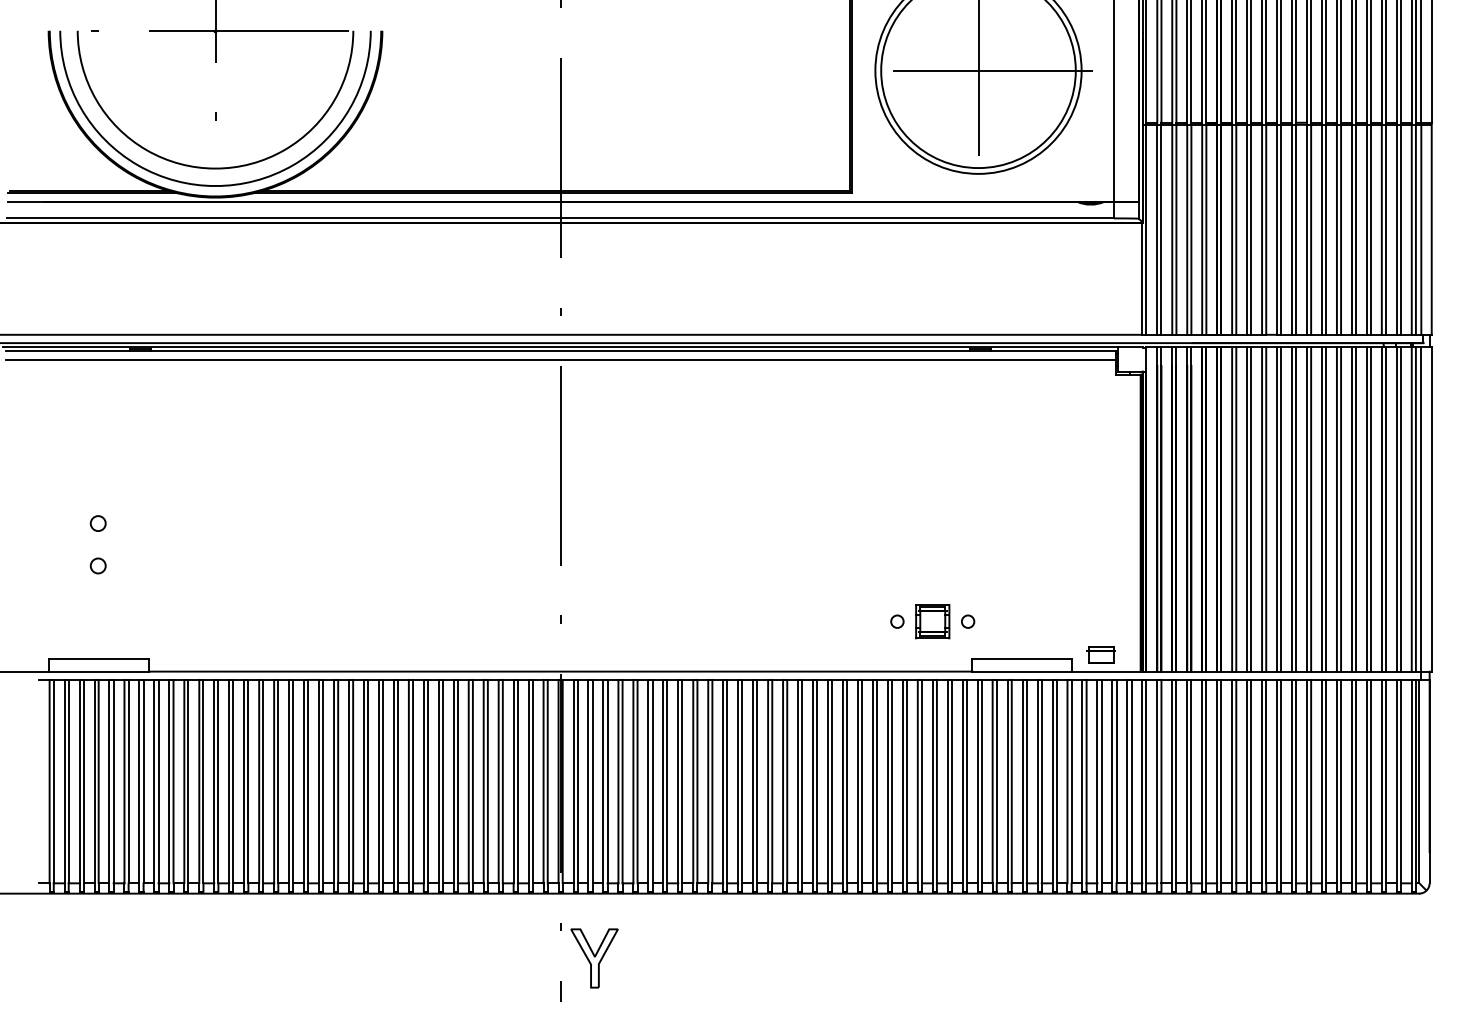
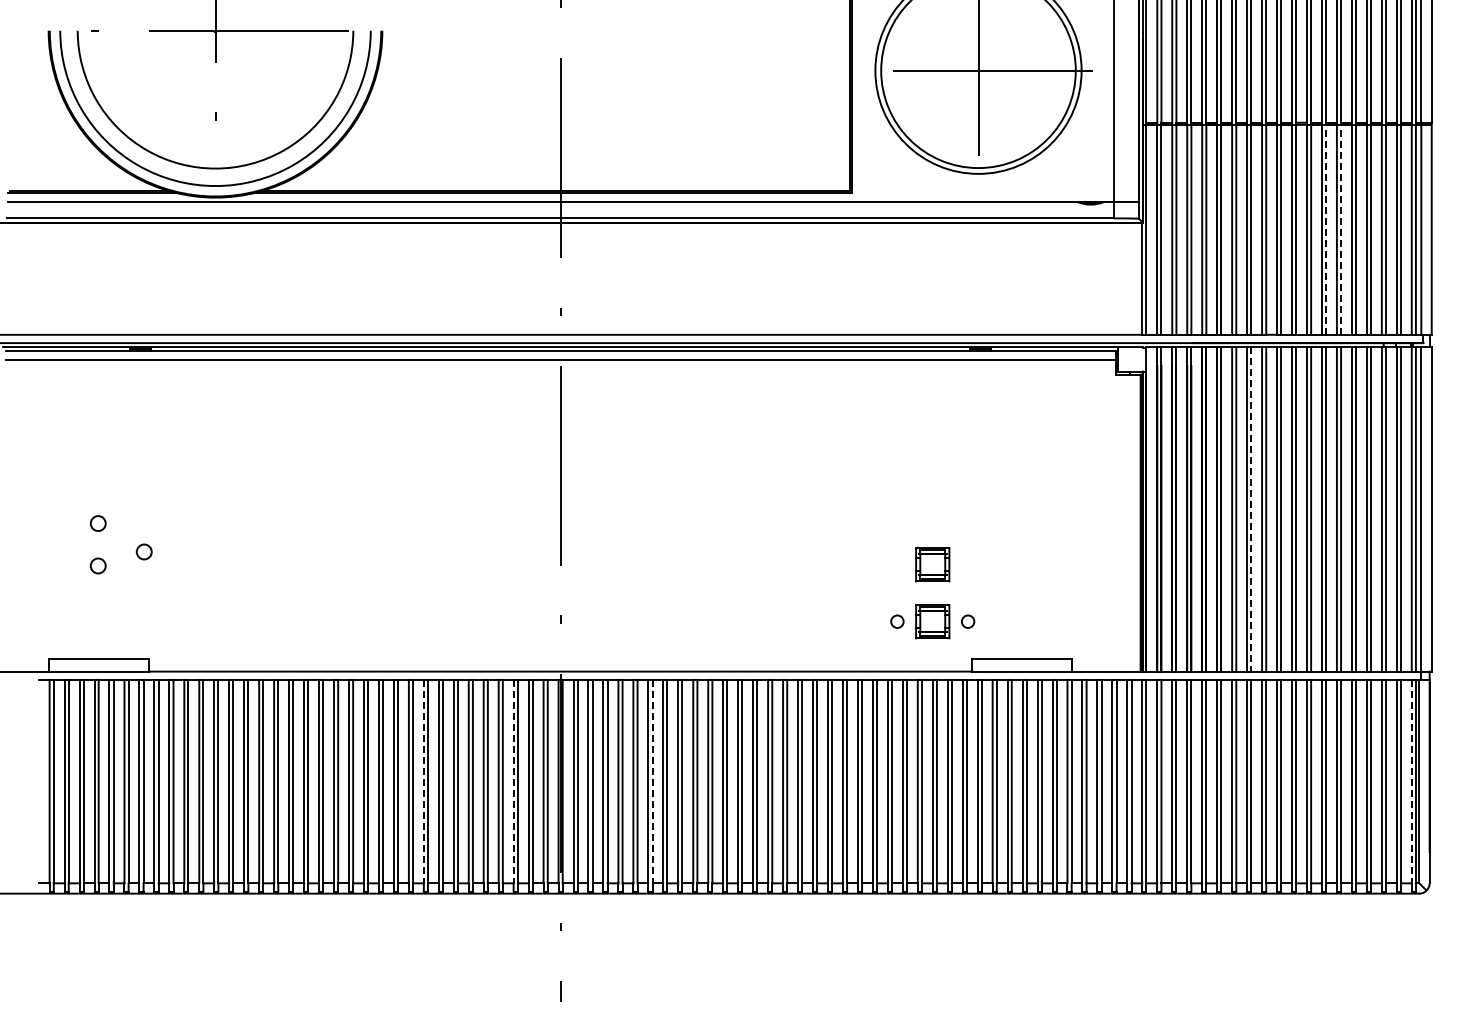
line at (1326, 229): solid -> dashed
line at (1341, 229): solid -> dashed
line at (1251, 509): solid -> dashed
circle at (143, 551): none -> present
part at (932, 564): none -> present
part at (1100, 654): present -> none
line at (423, 781): solid -> dashed
line at (513, 781): solid -> dashed
line at (652, 781): solid -> dashed
line at (1411, 781): solid -> dashed
part at (594, 958): present -> none
